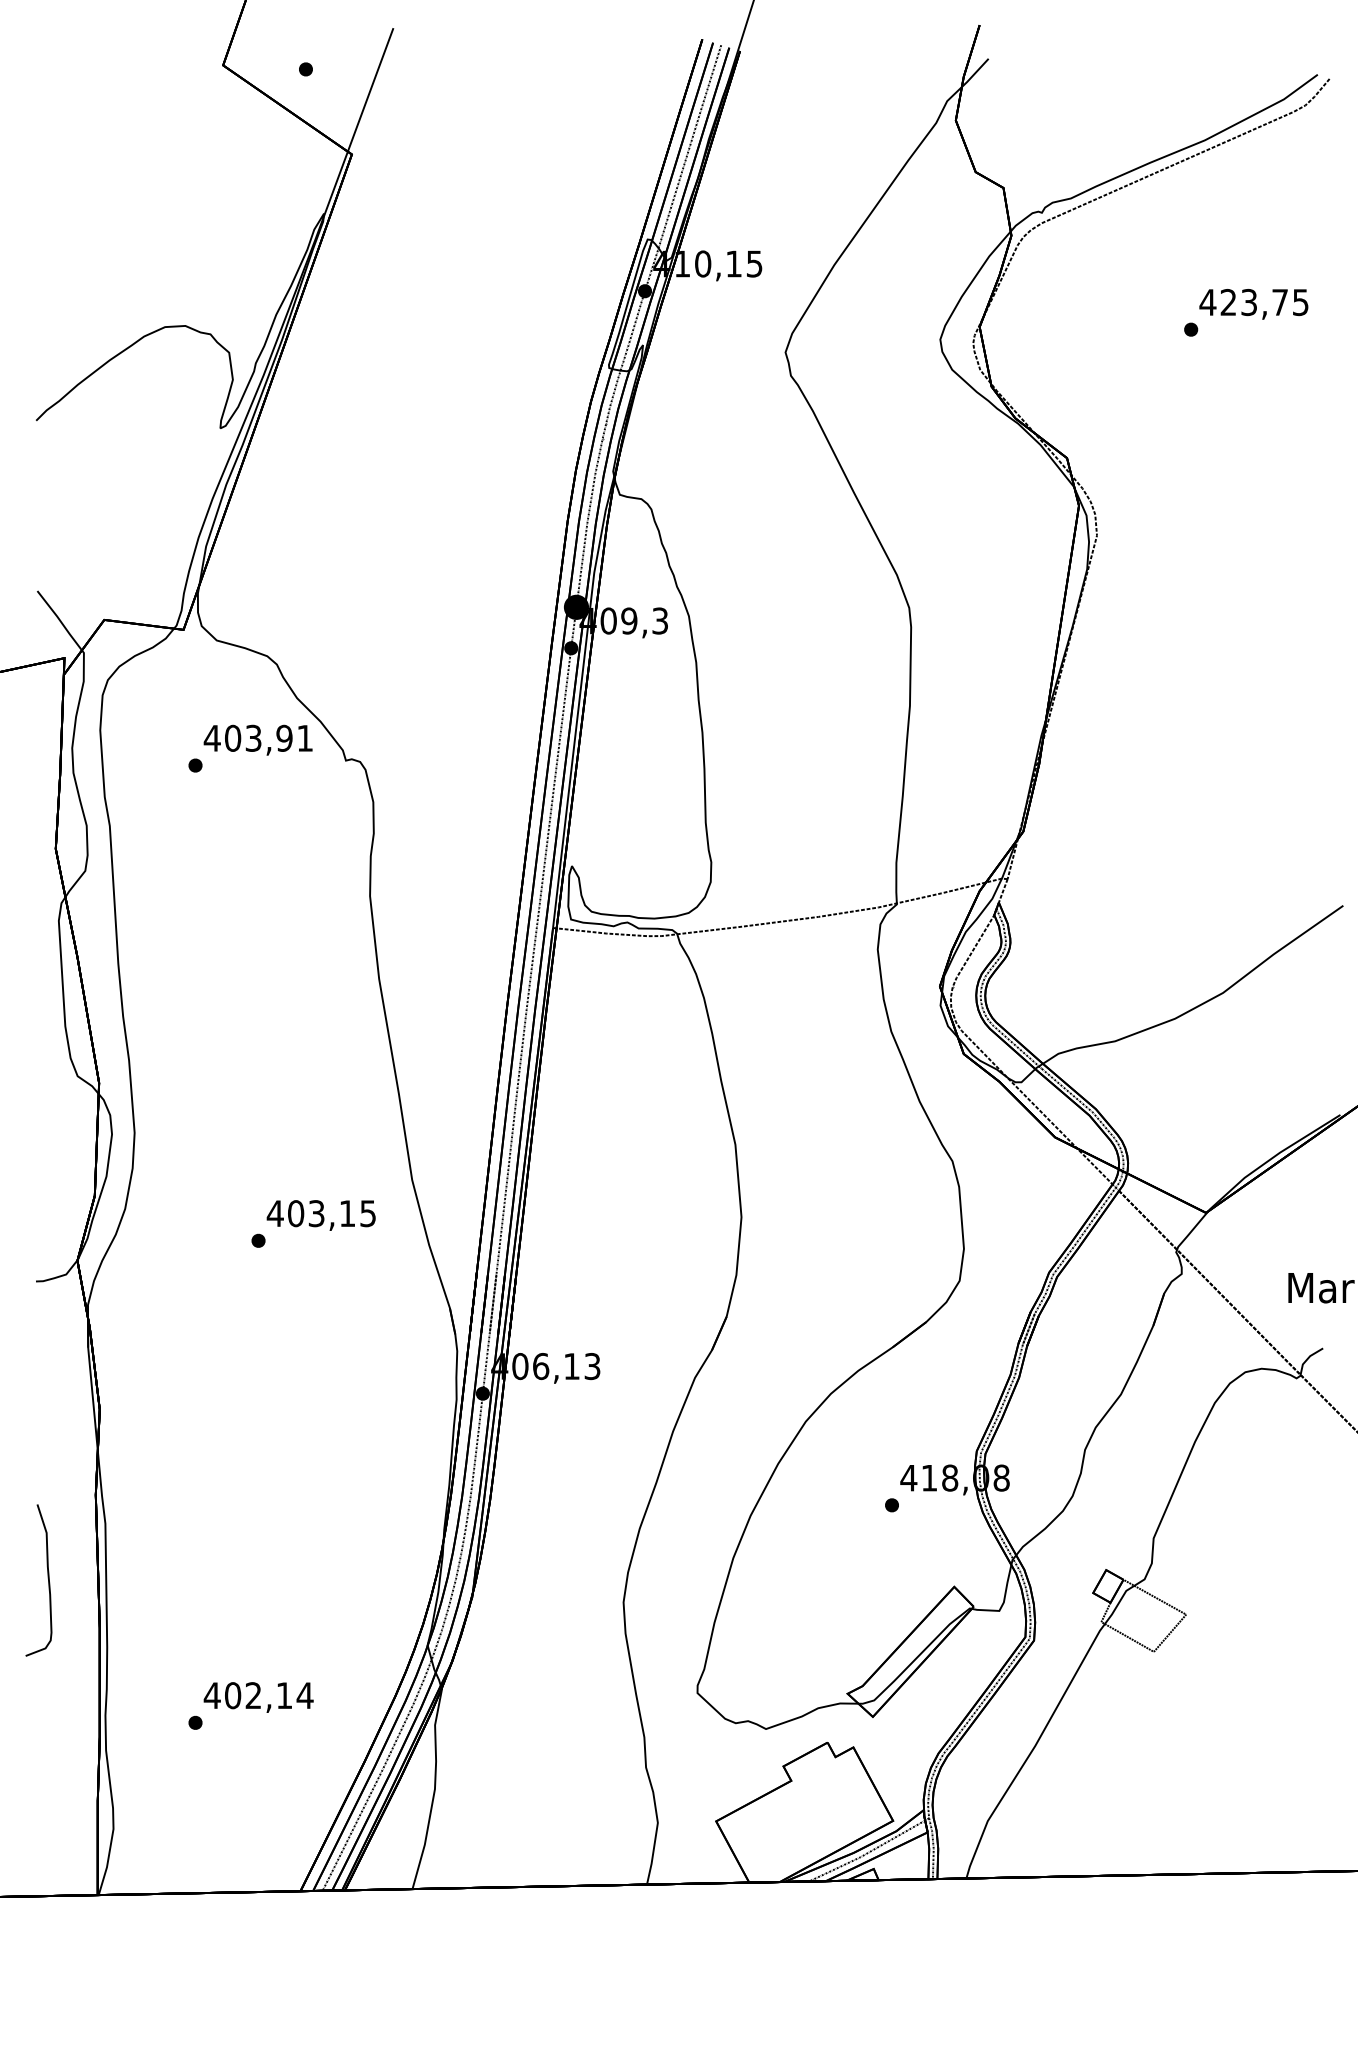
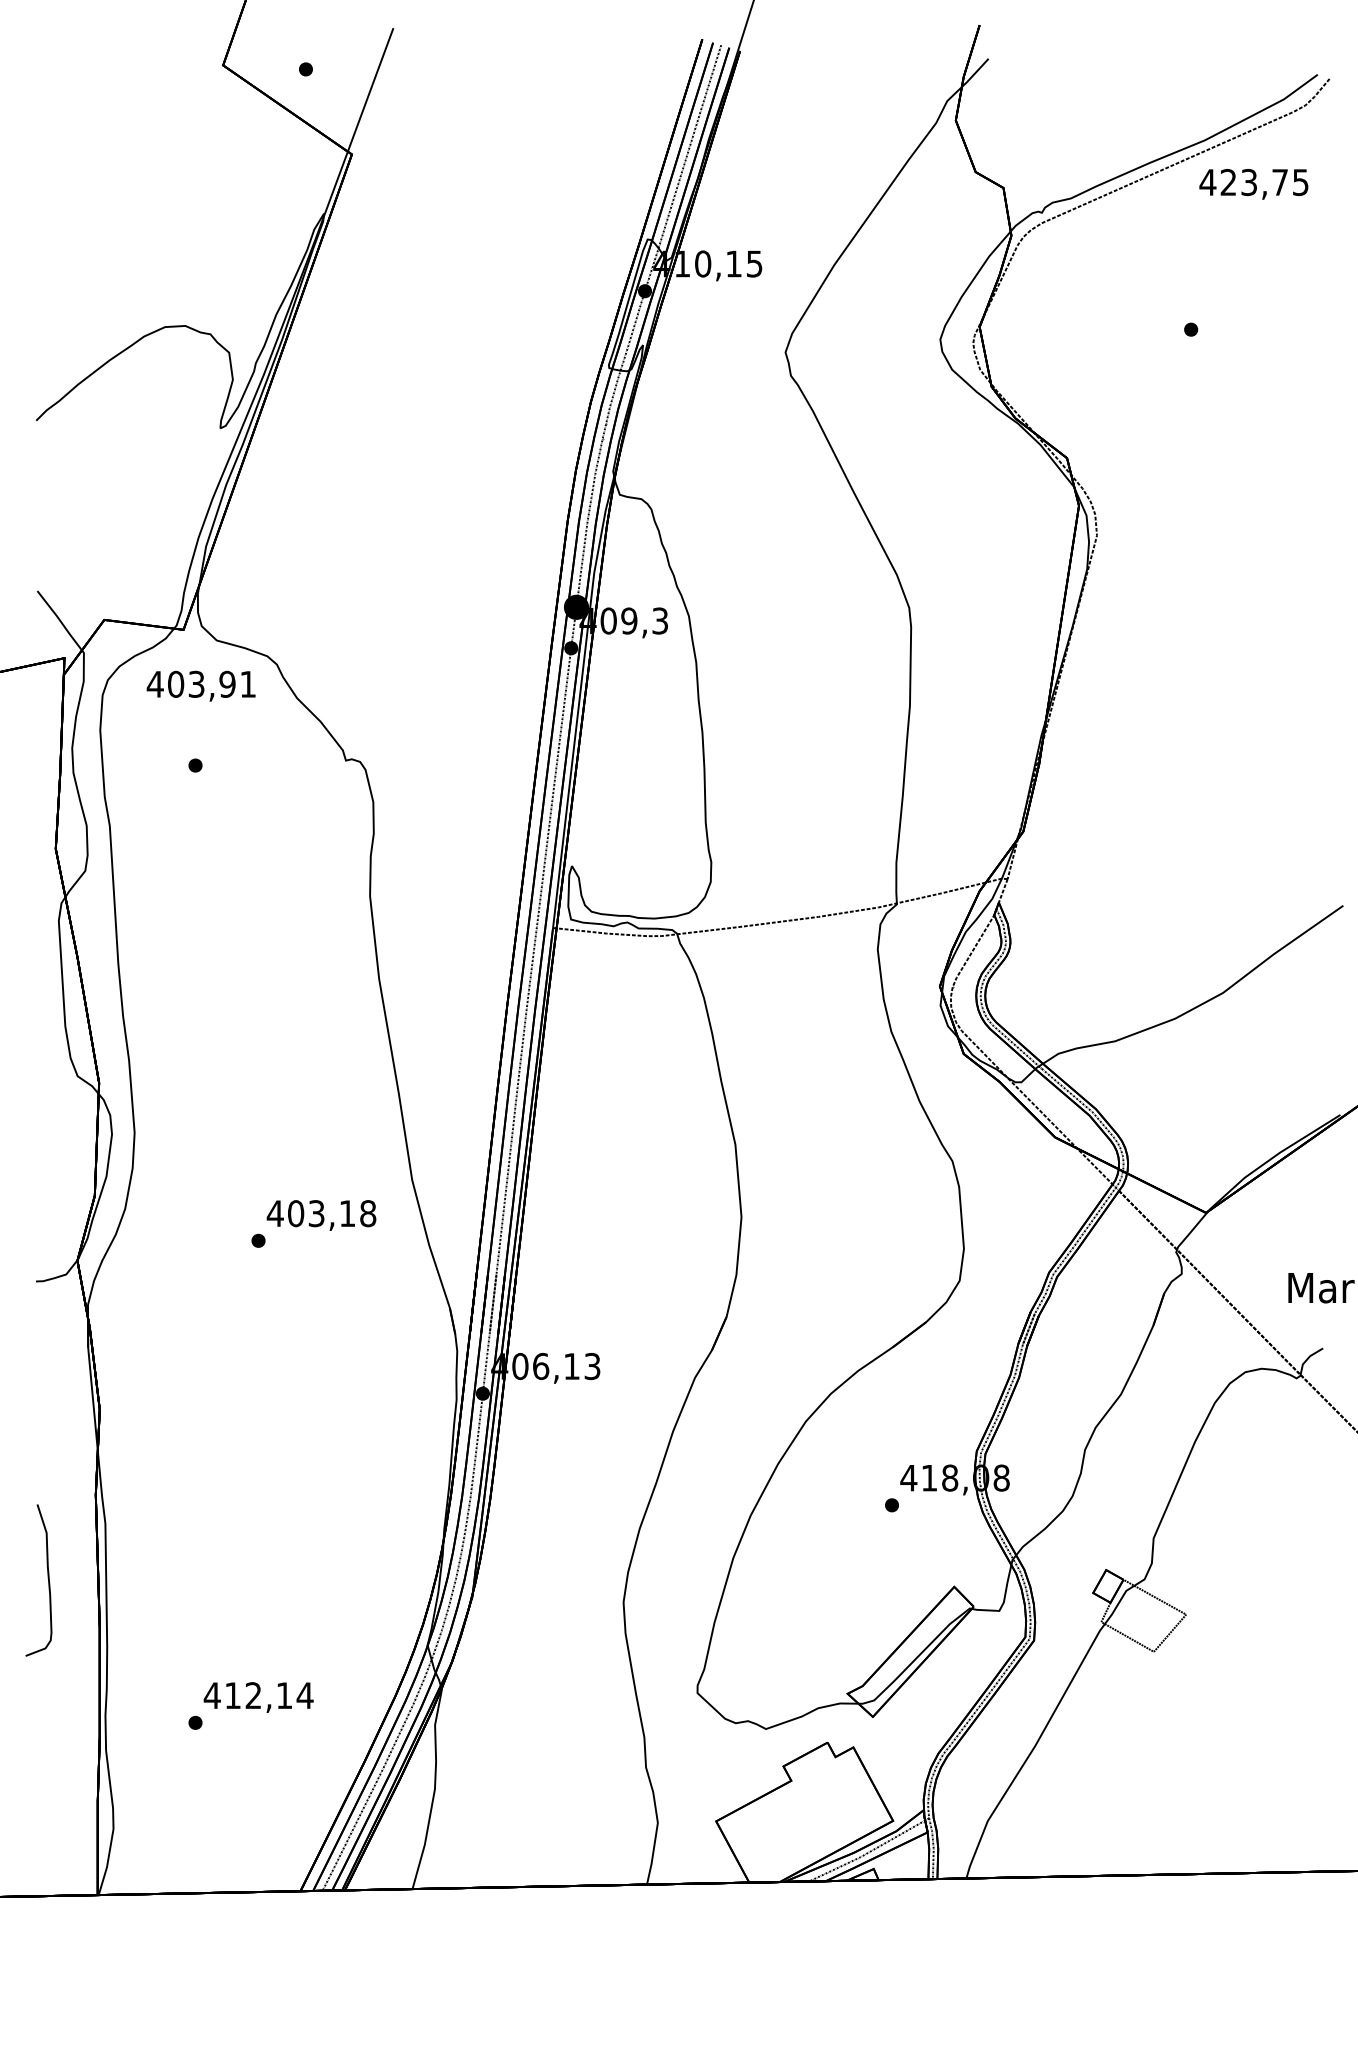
text at (1253, 304) position: (1253, 304) -> (1253, 184)
text at (257, 739) position: (257, 739) -> (200, 685)
text at (368, 1213): 403,15 -> 403,18
text at (233, 1695): 402,14 -> 412,14
